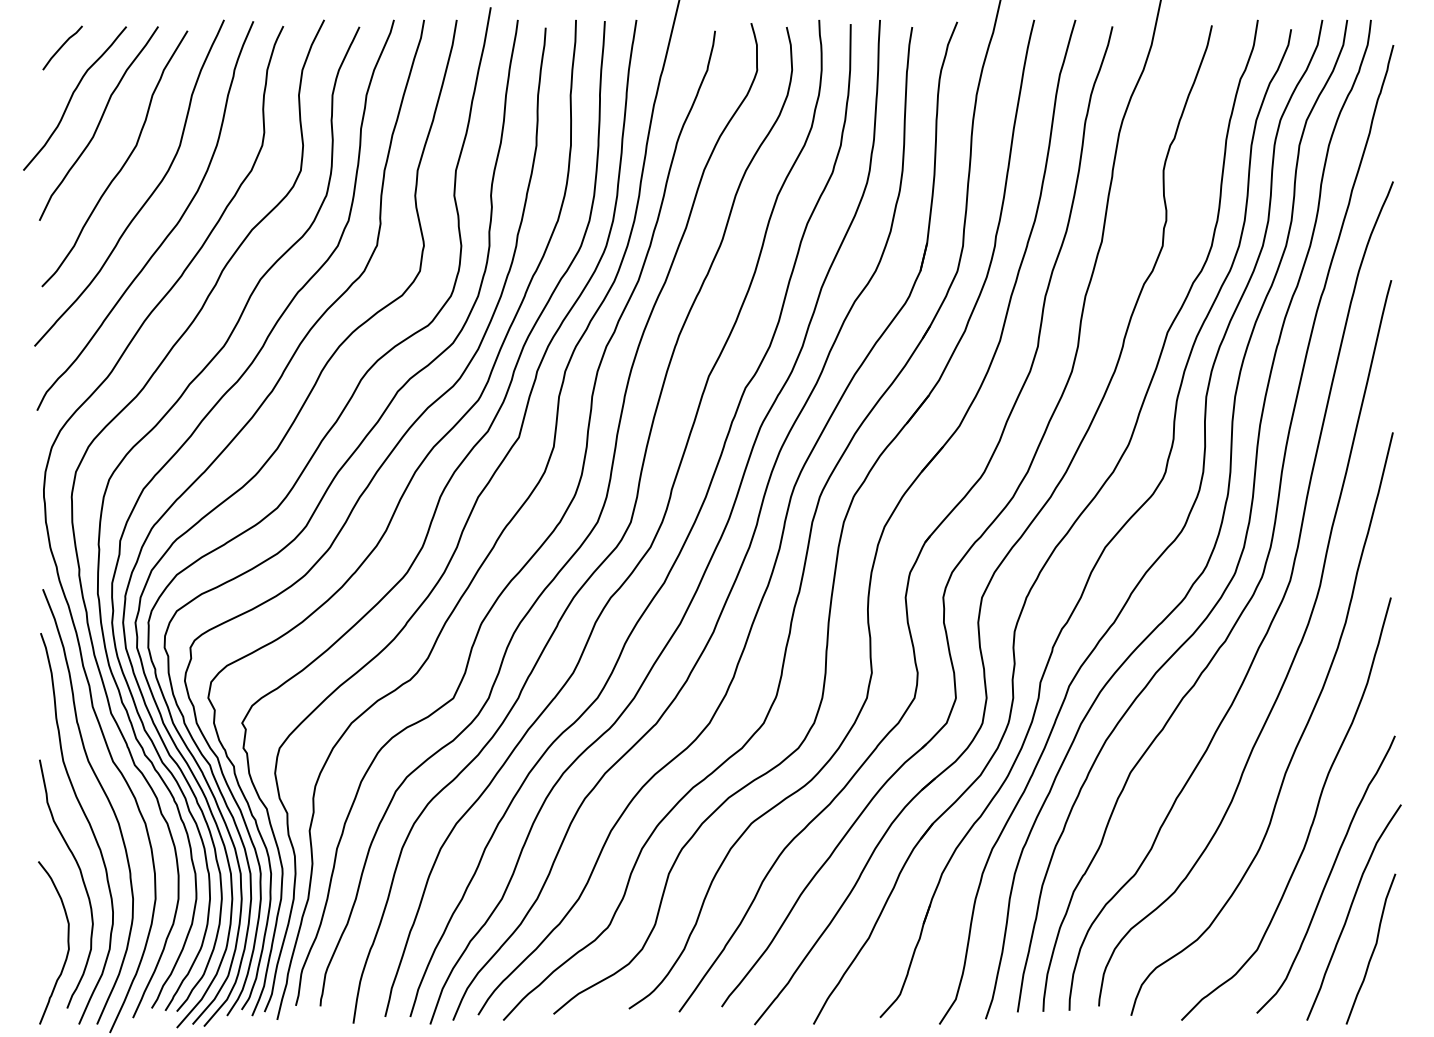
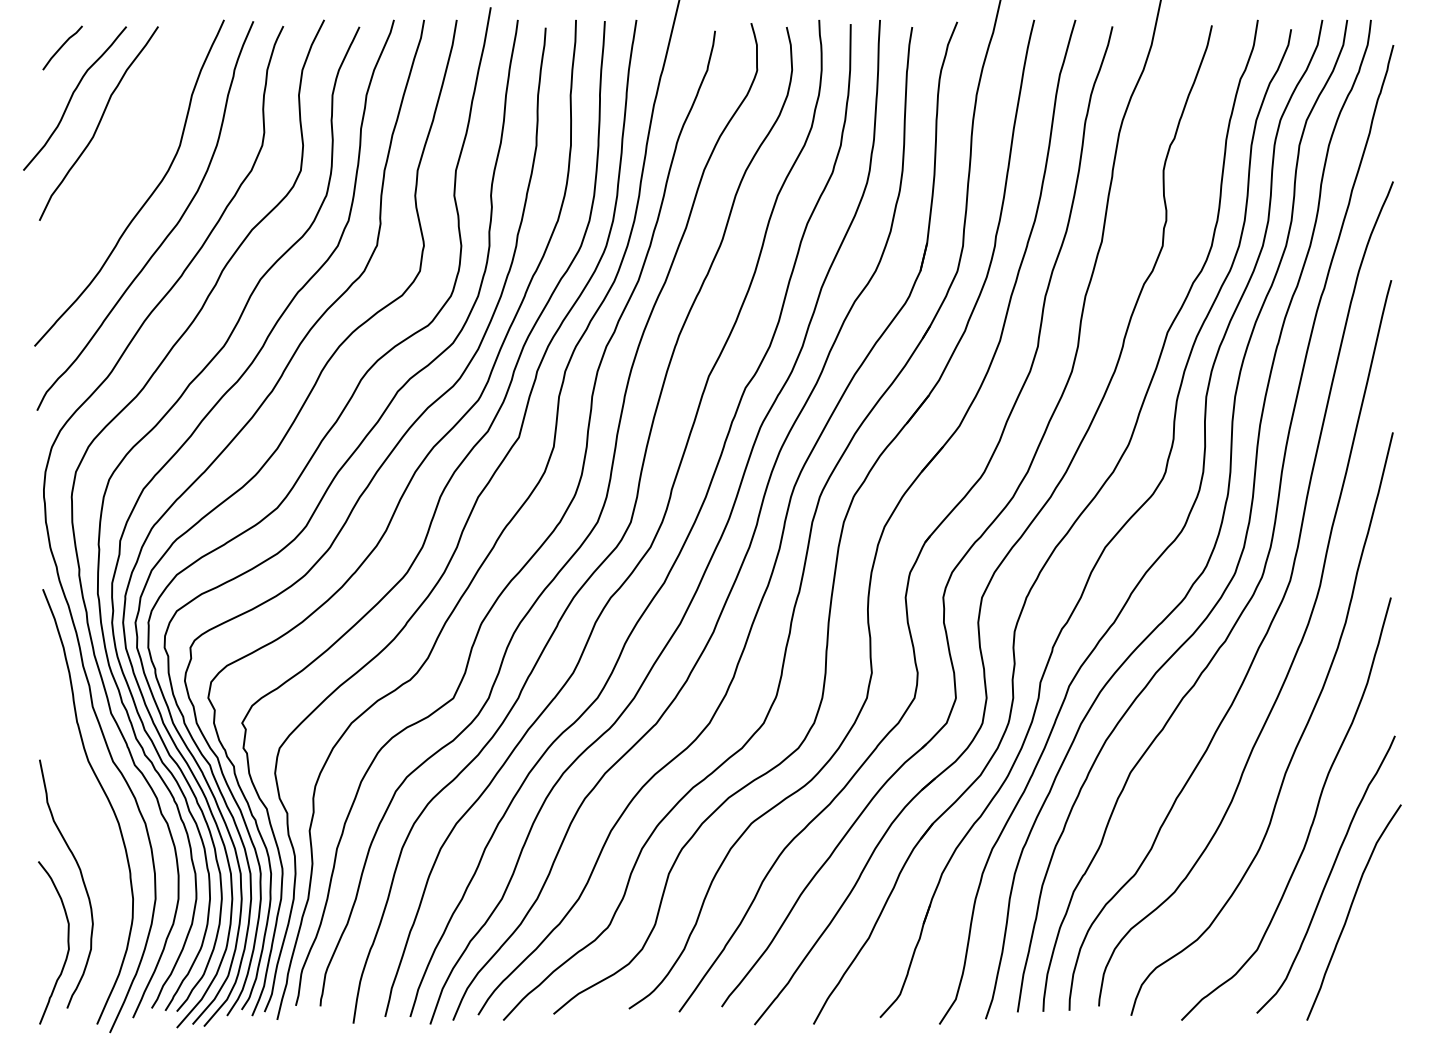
curve at (123, 163): present -> none
curve at (88, 823): present -> none
curve at (1372, 950): present -> none
